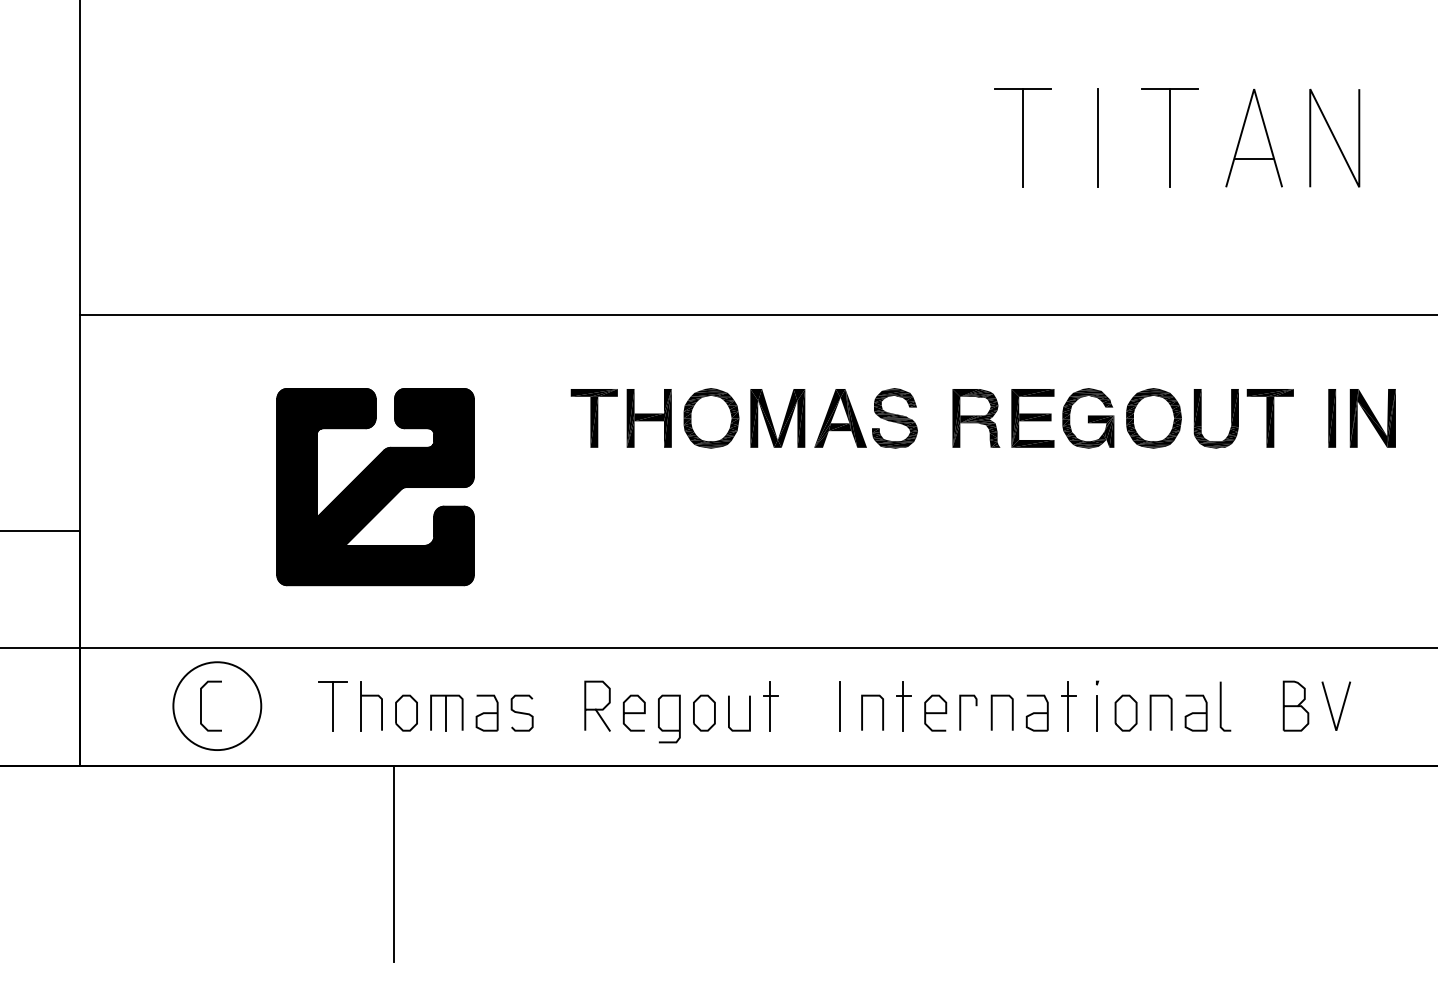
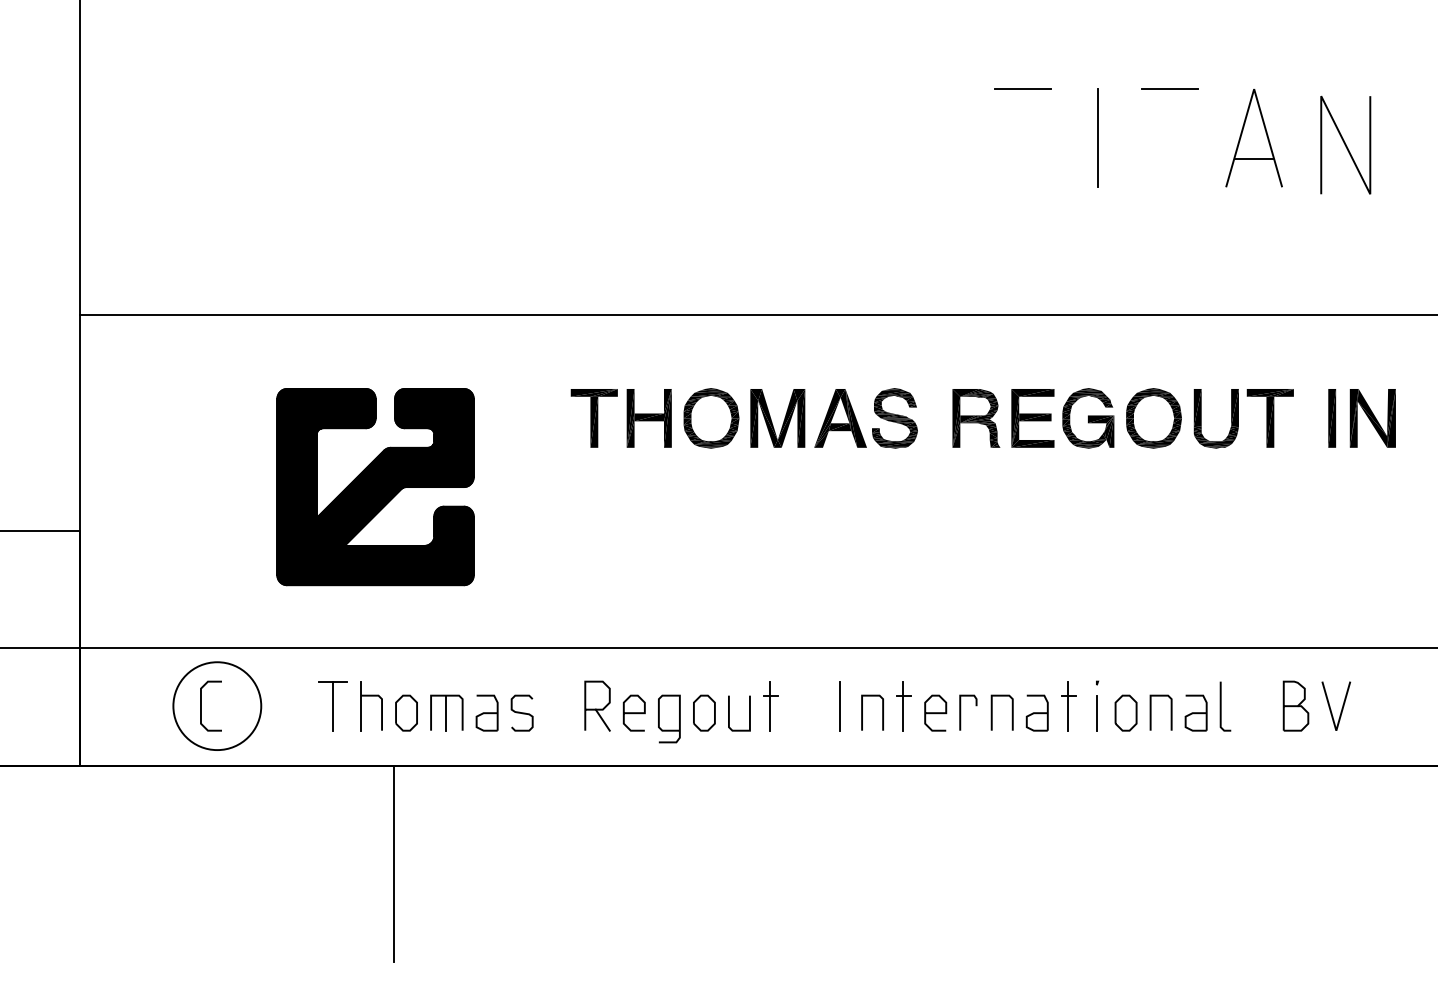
line at (1334, 137) position: (1334, 137) -> (1345, 144)
line at (1022, 138): present -> none
line at (1170, 138): present -> none
